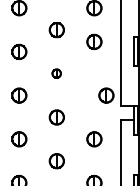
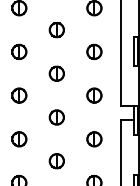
part at (94, 41) position: (94, 41) -> (94, 51)
part at (56, 73) size: 11x11 px -> 17x17 px
part at (106, 95) position: (106, 95) -> (94, 95)
